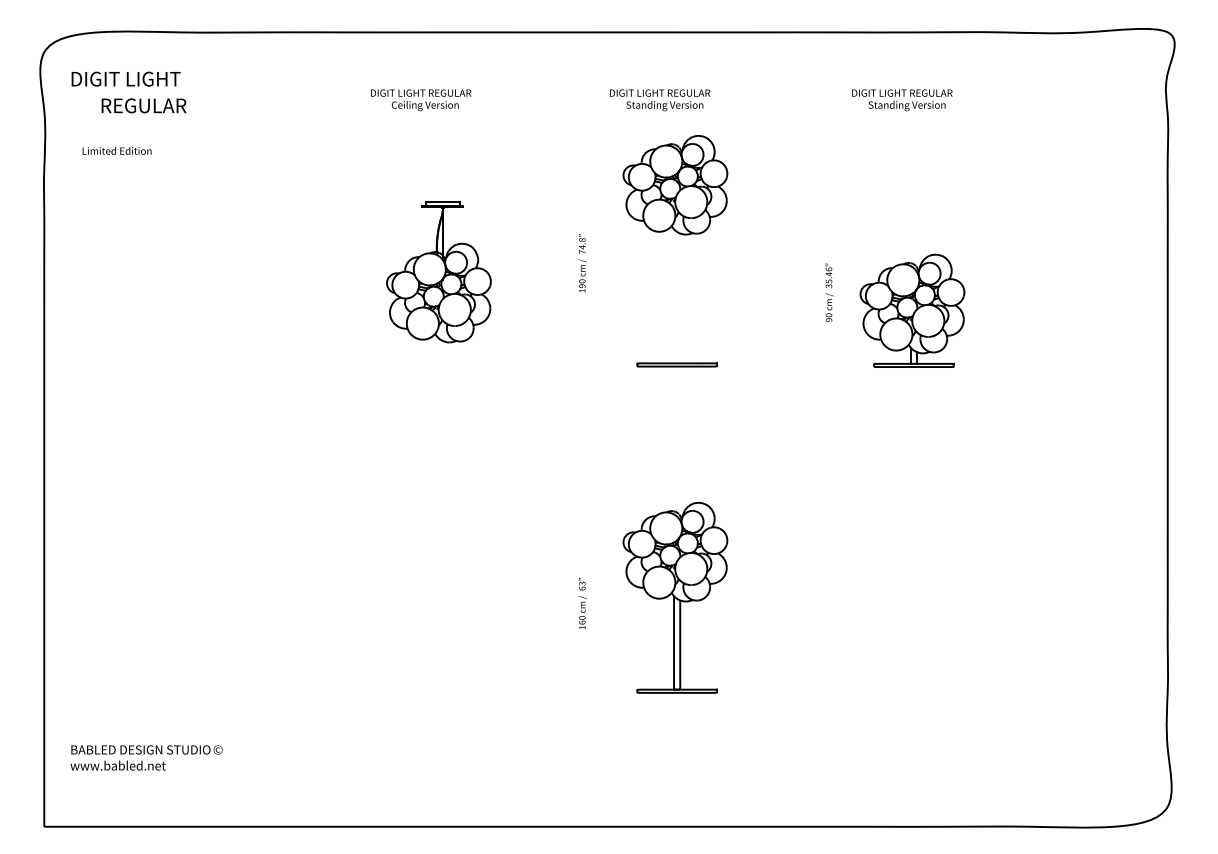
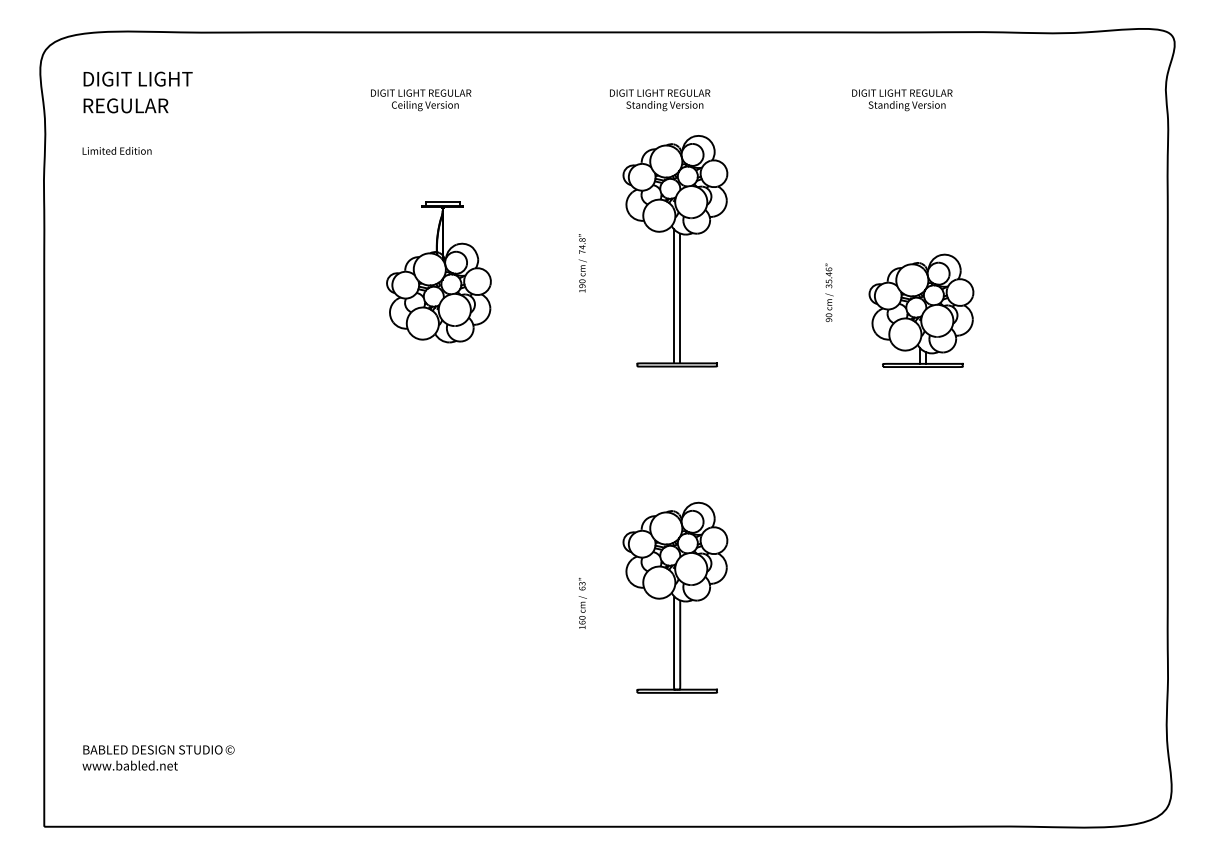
text at (125, 78) position: (125, 78) -> (137, 78)
text at (143, 105) position: (143, 105) -> (125, 105)
line at (674, 296): none -> present
line at (680, 298): none -> present
part at (912, 310) position: (912, 310) -> (921, 310)
text at (146, 757) position: (146, 757) -> (158, 757)
